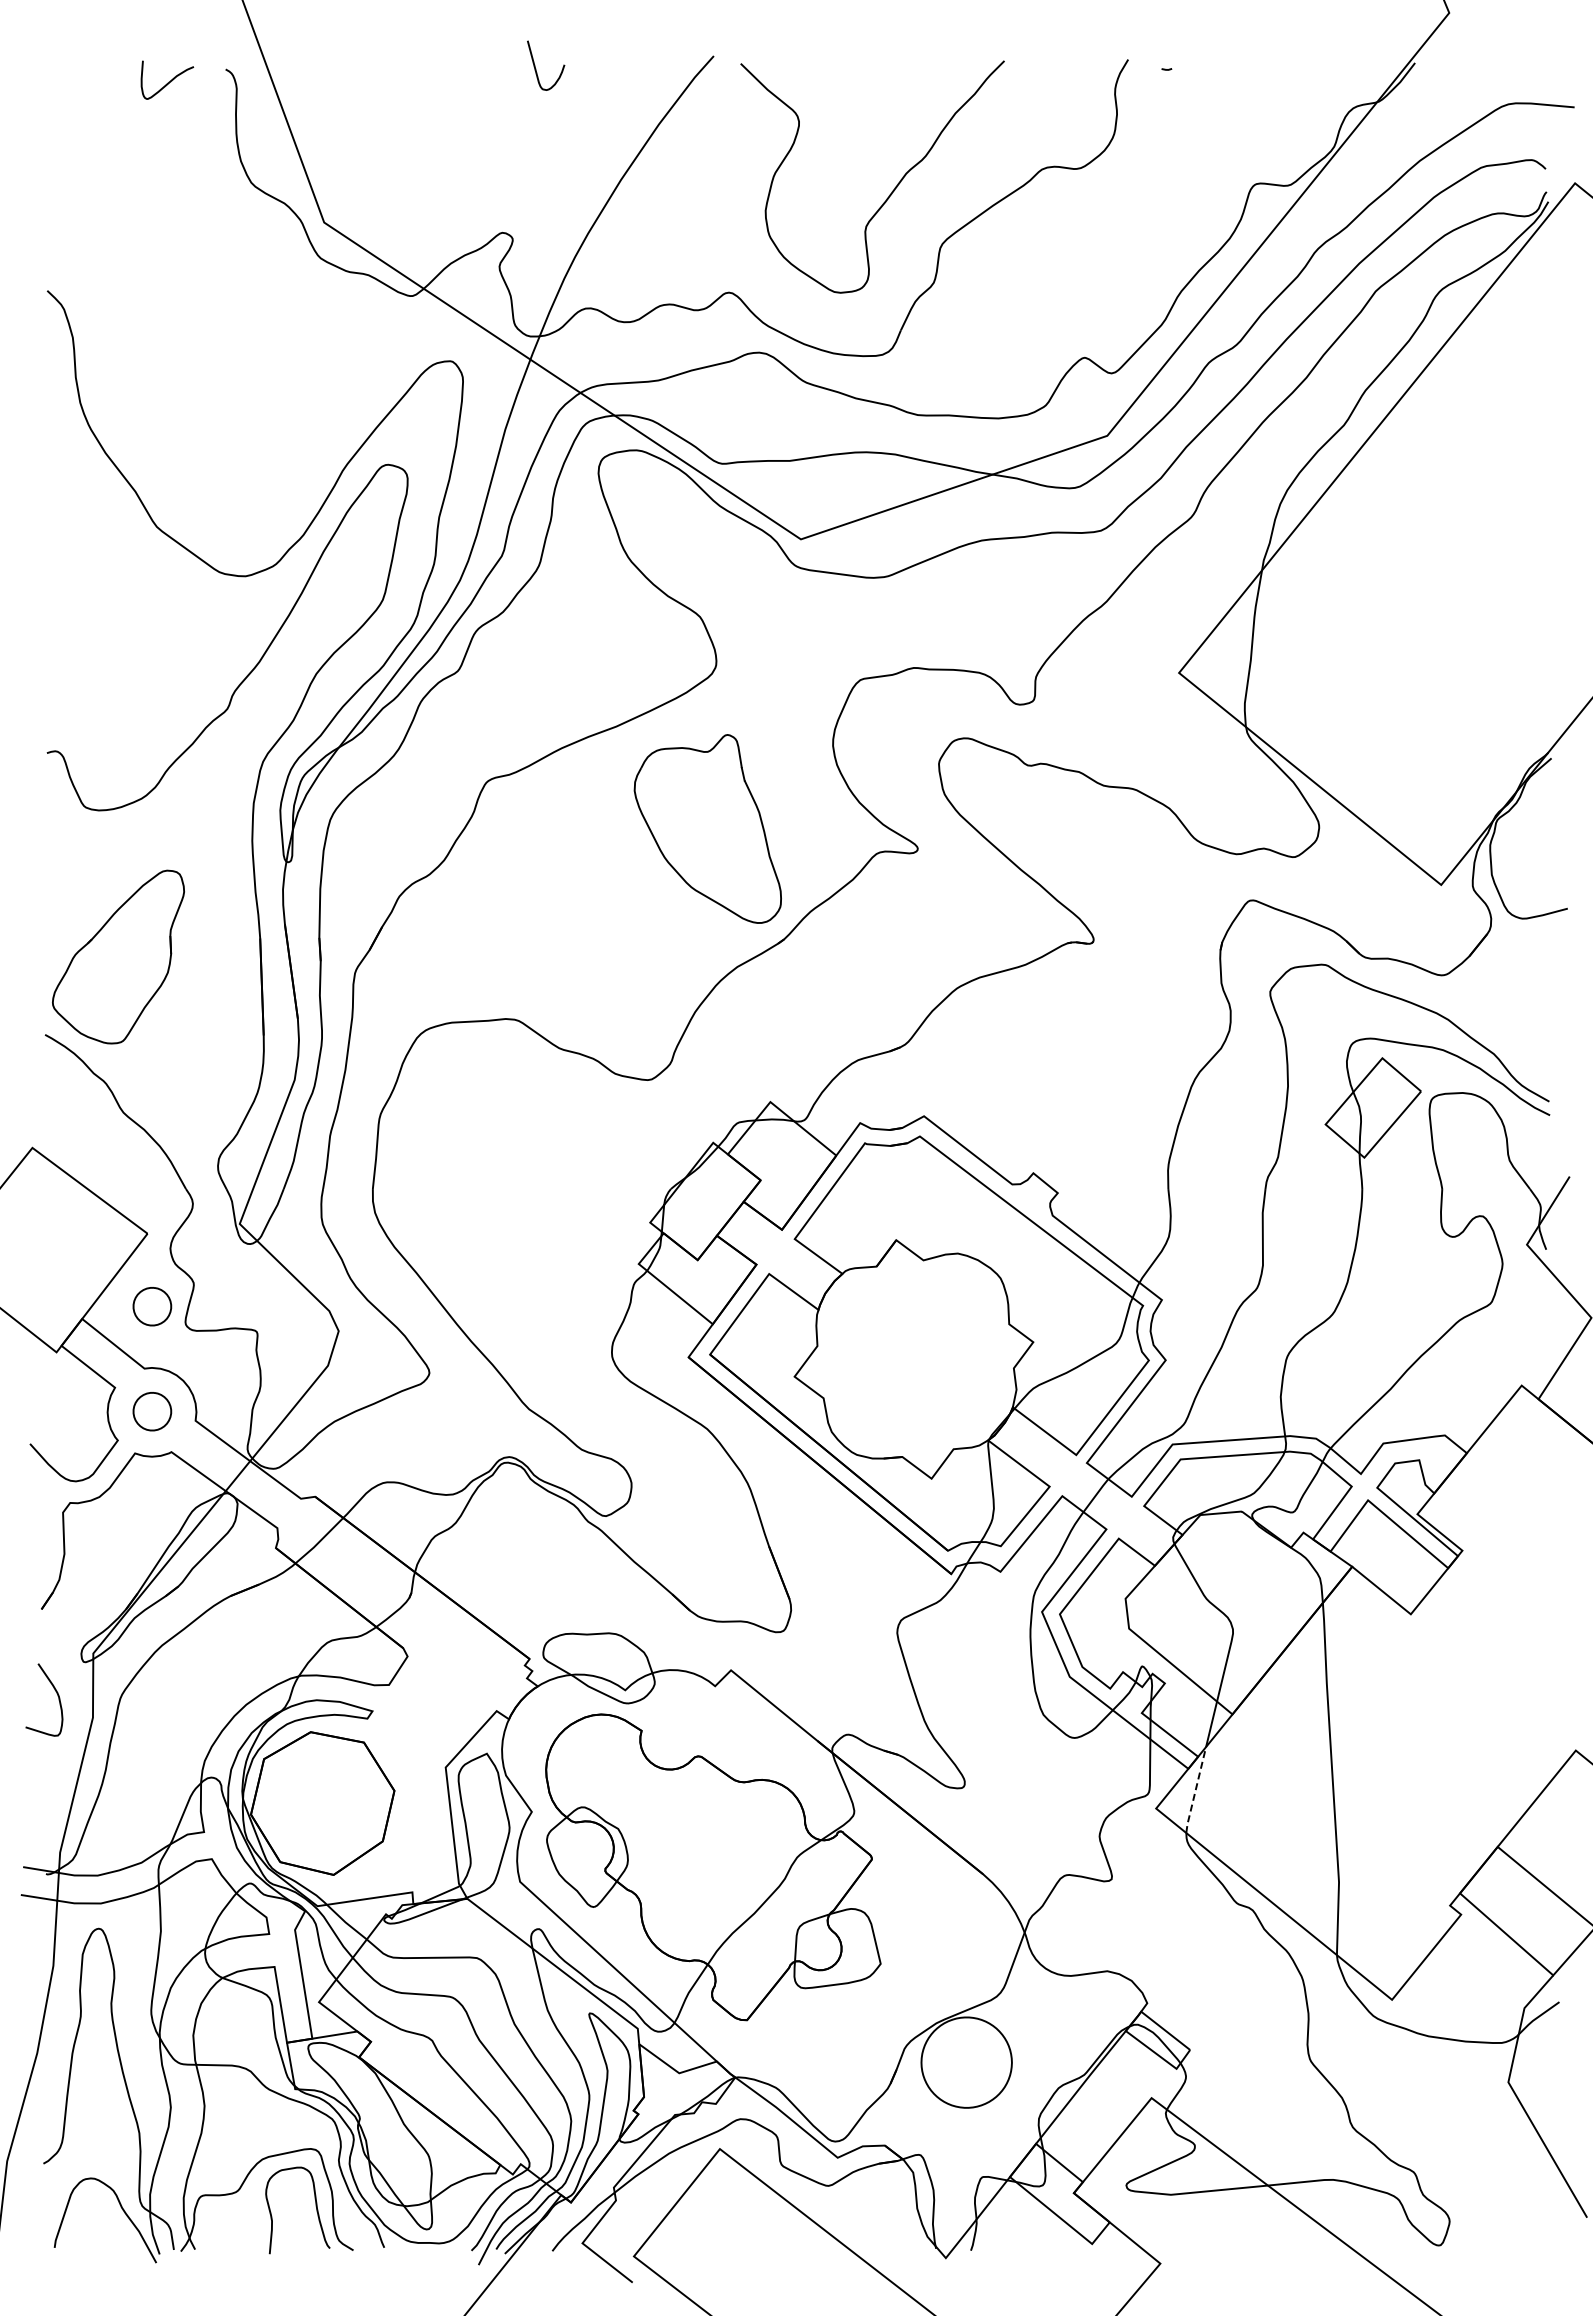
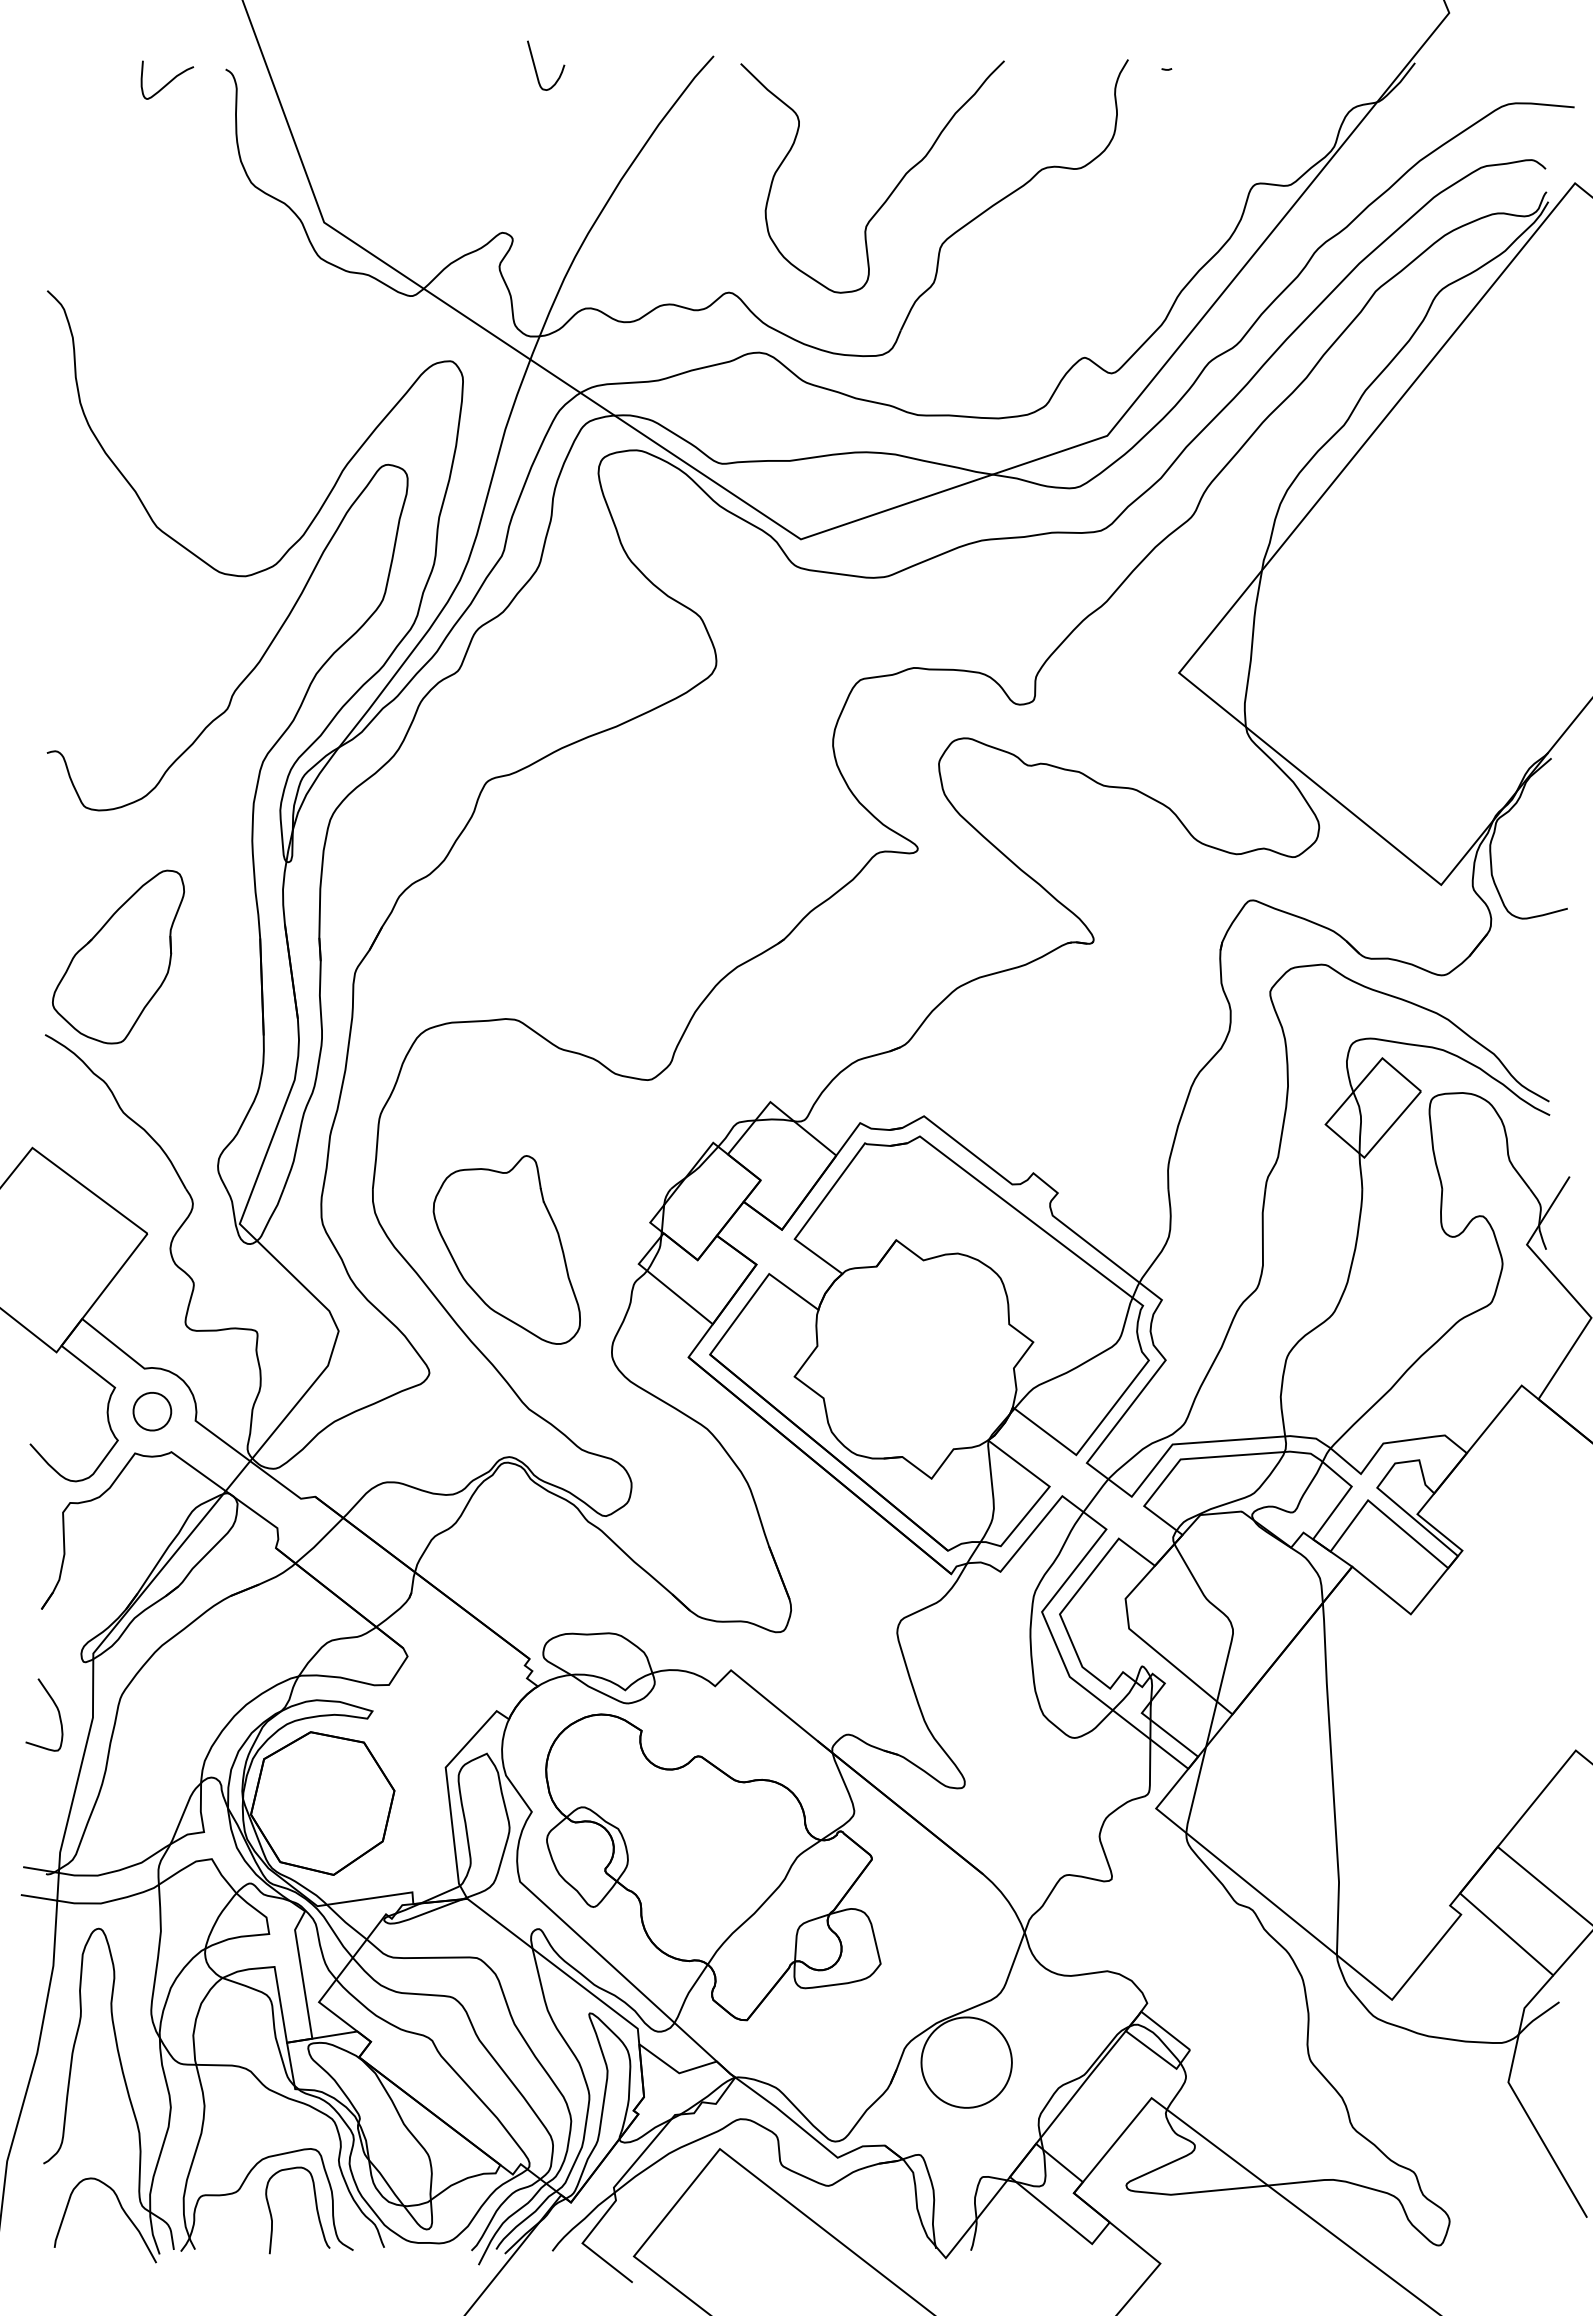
part at (707, 828) position: (707, 828) -> (506, 1249)
part at (152, 1306): present -> none
curve at (57, 1696) position: (57, 1696) -> (57, 1711)
line at (1195, 1790): dashed -> solid
